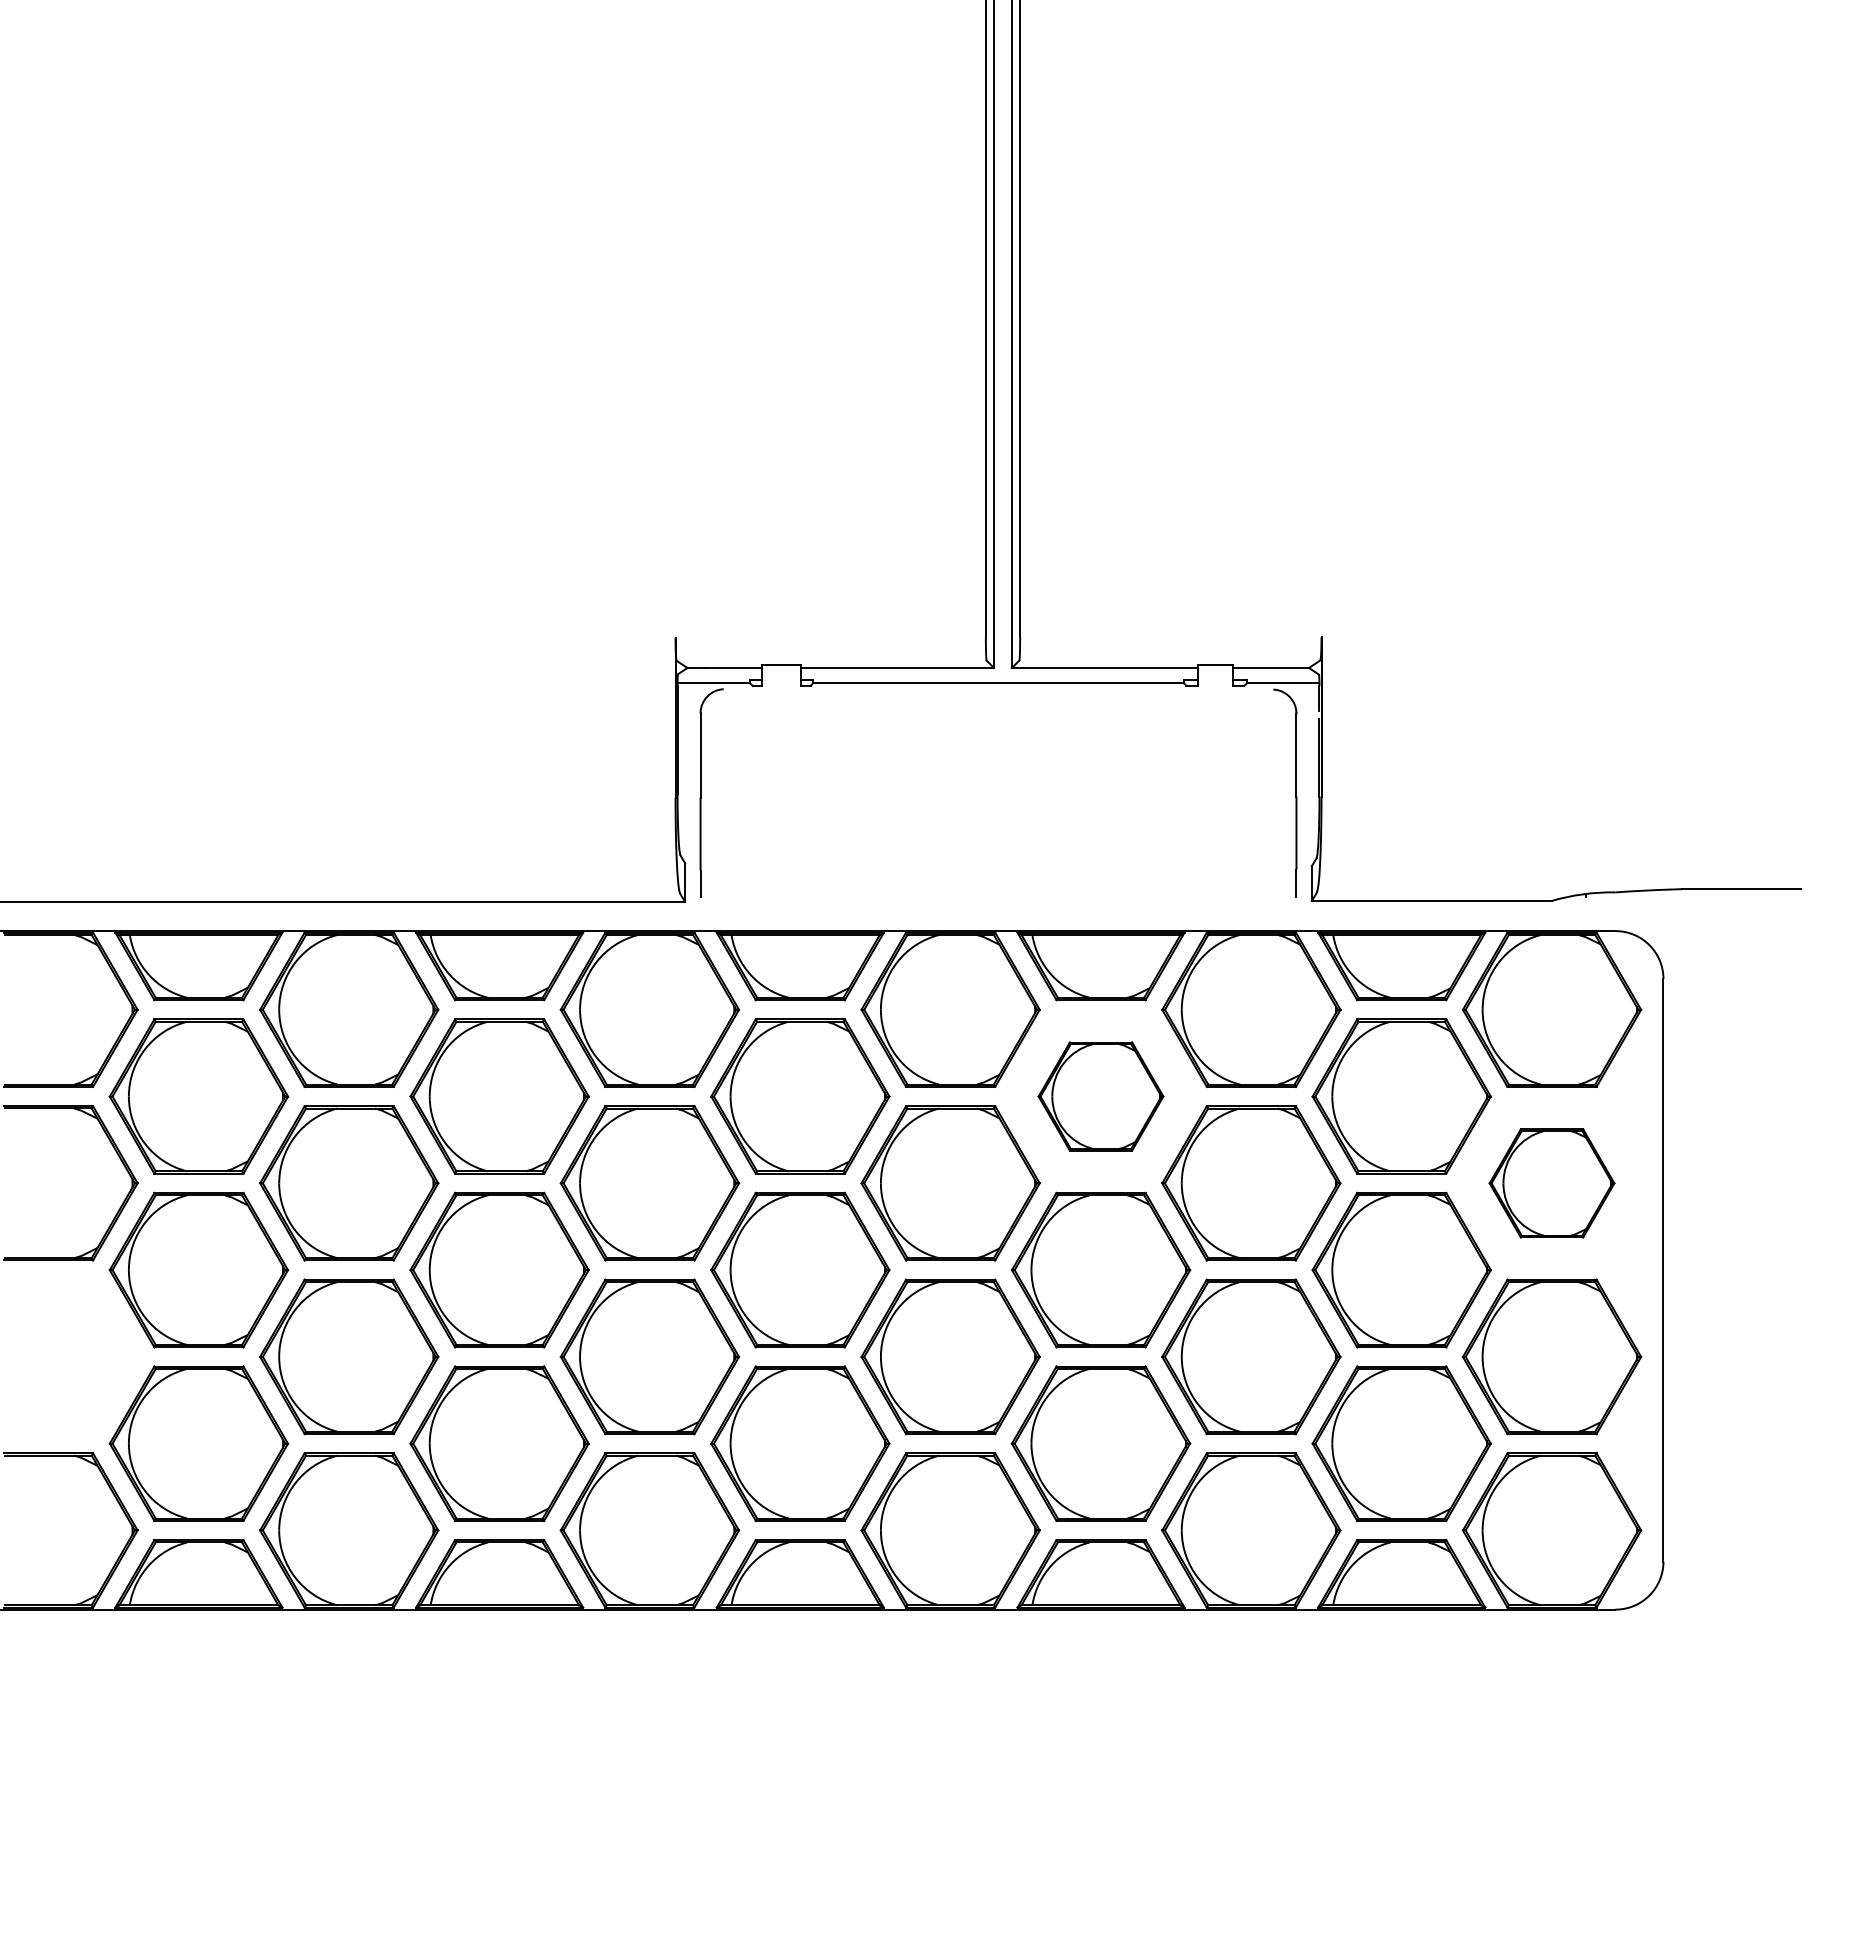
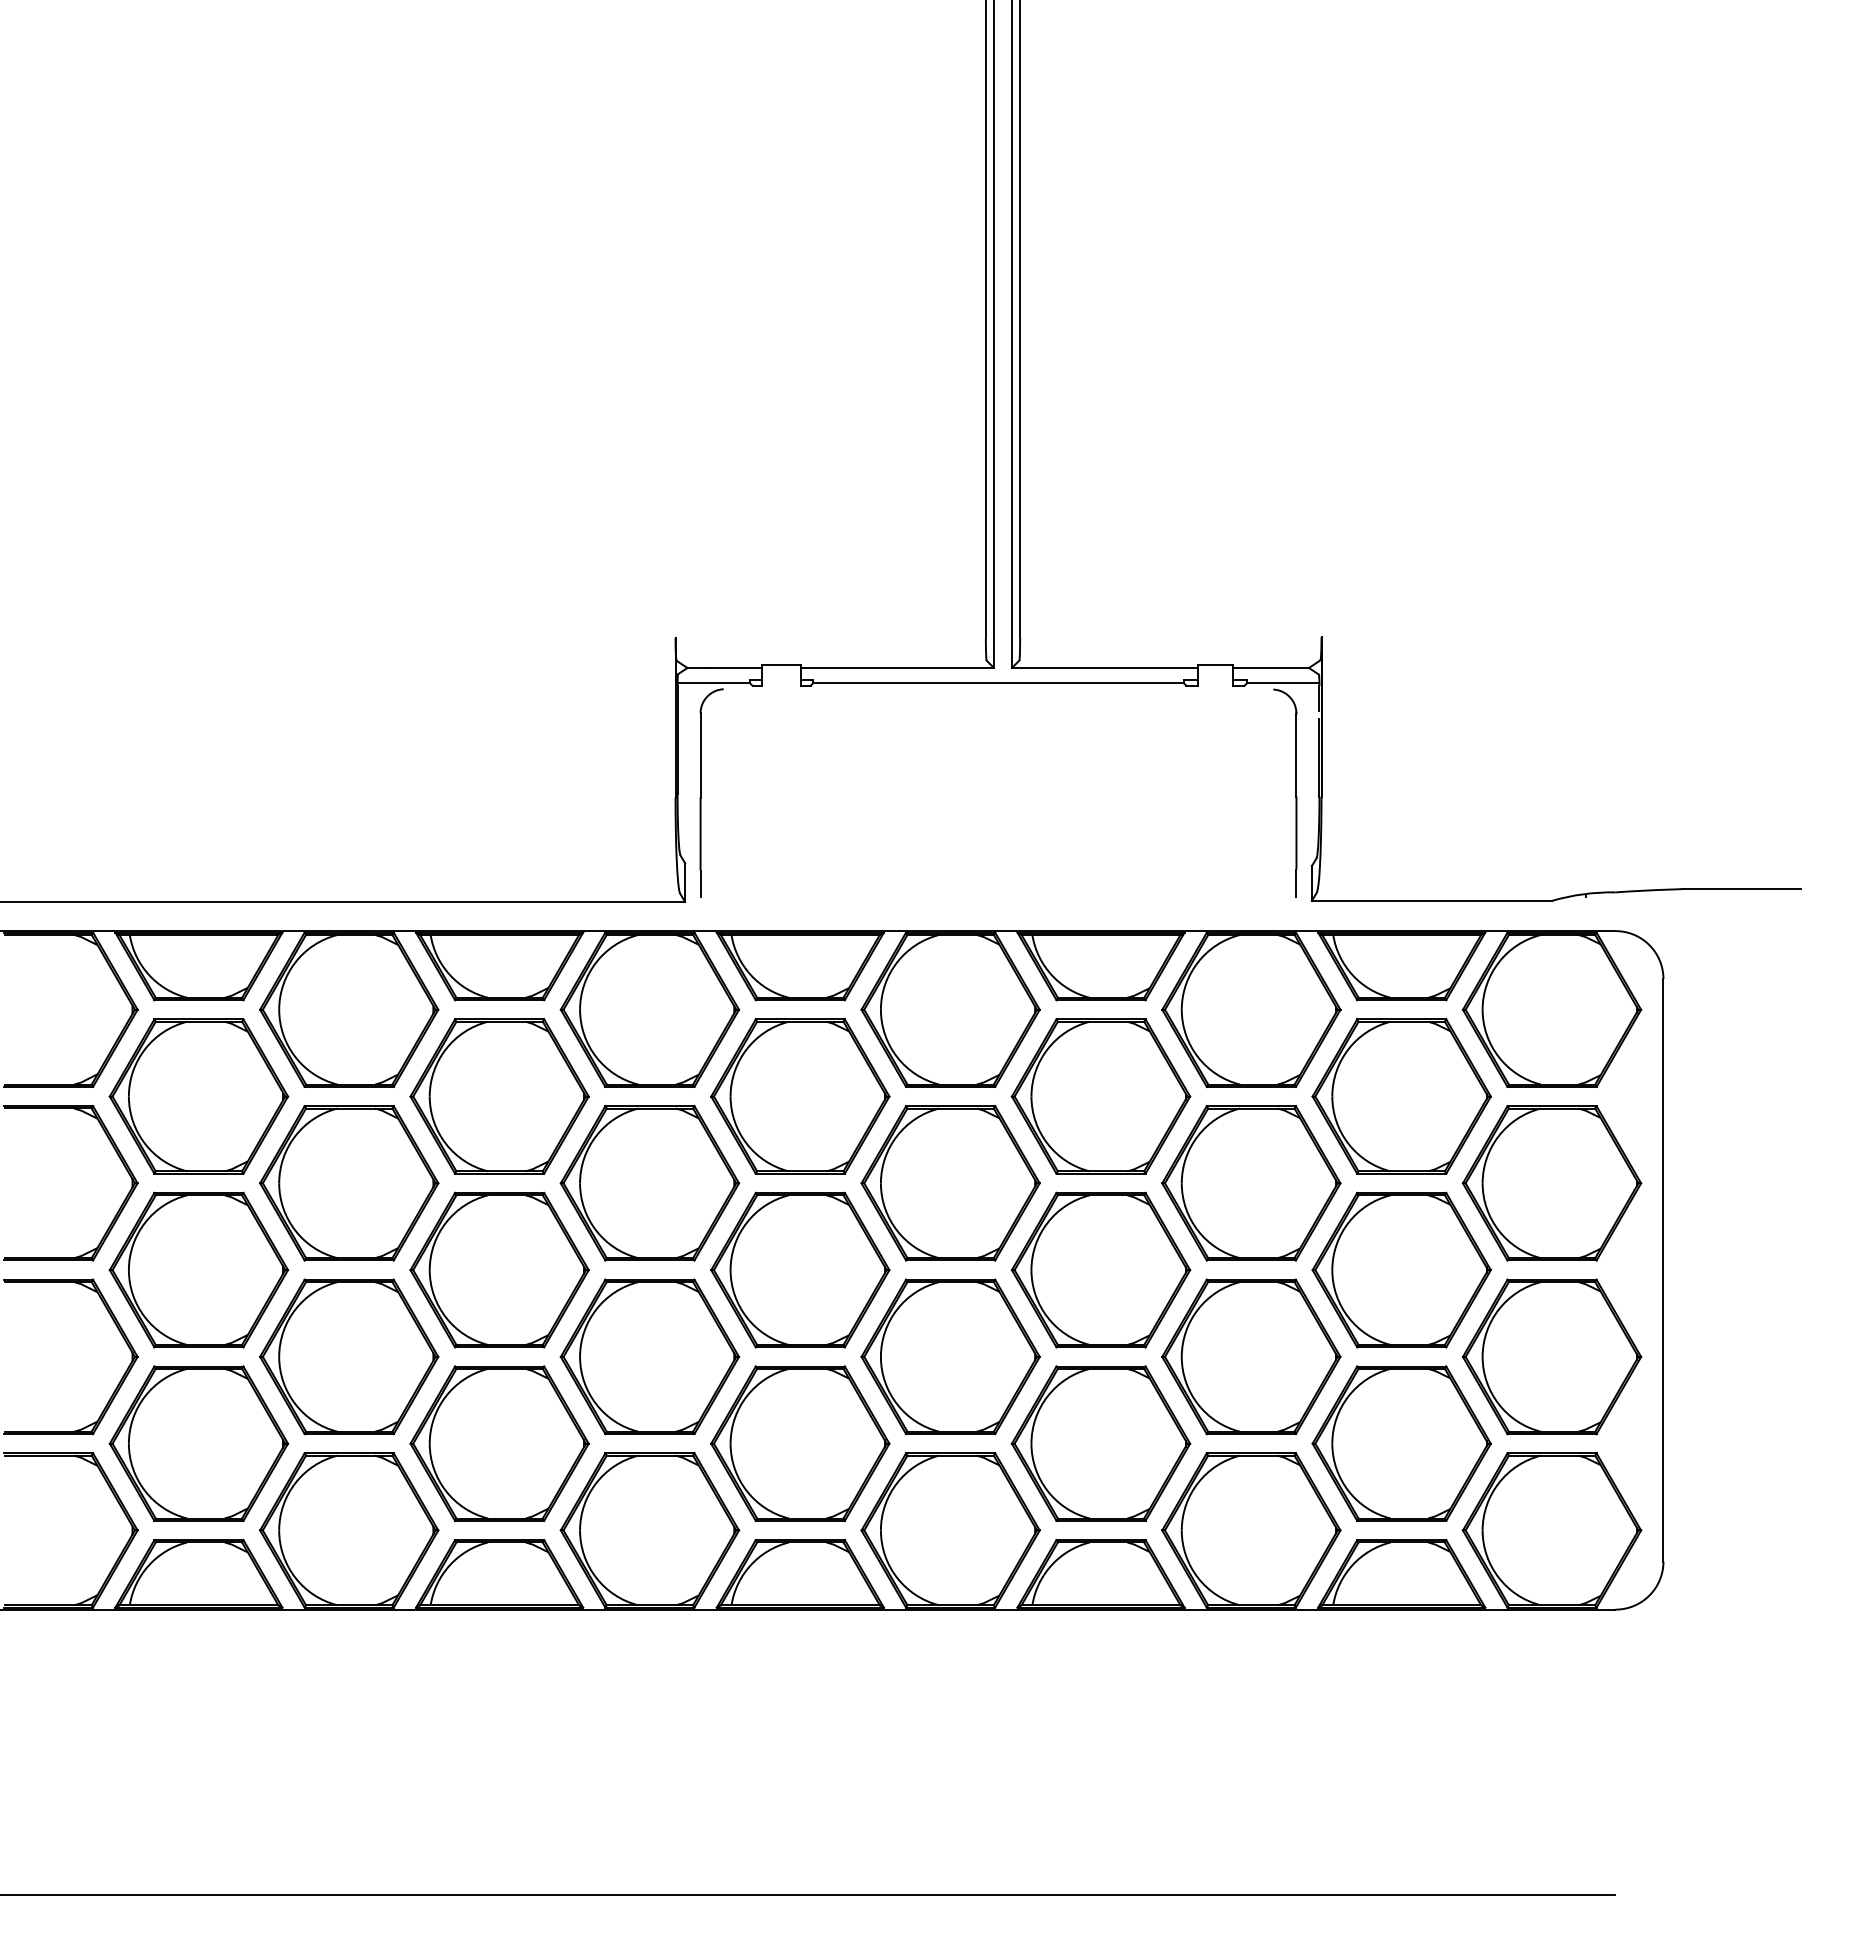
part at (1100, 1096) size: 128x111 px -> 182x157 px
part at (1551, 1183) size: 128x111 px -> 182x157 px
part at (116, 1327): none -> present
line at (808, 1895): none -> present
